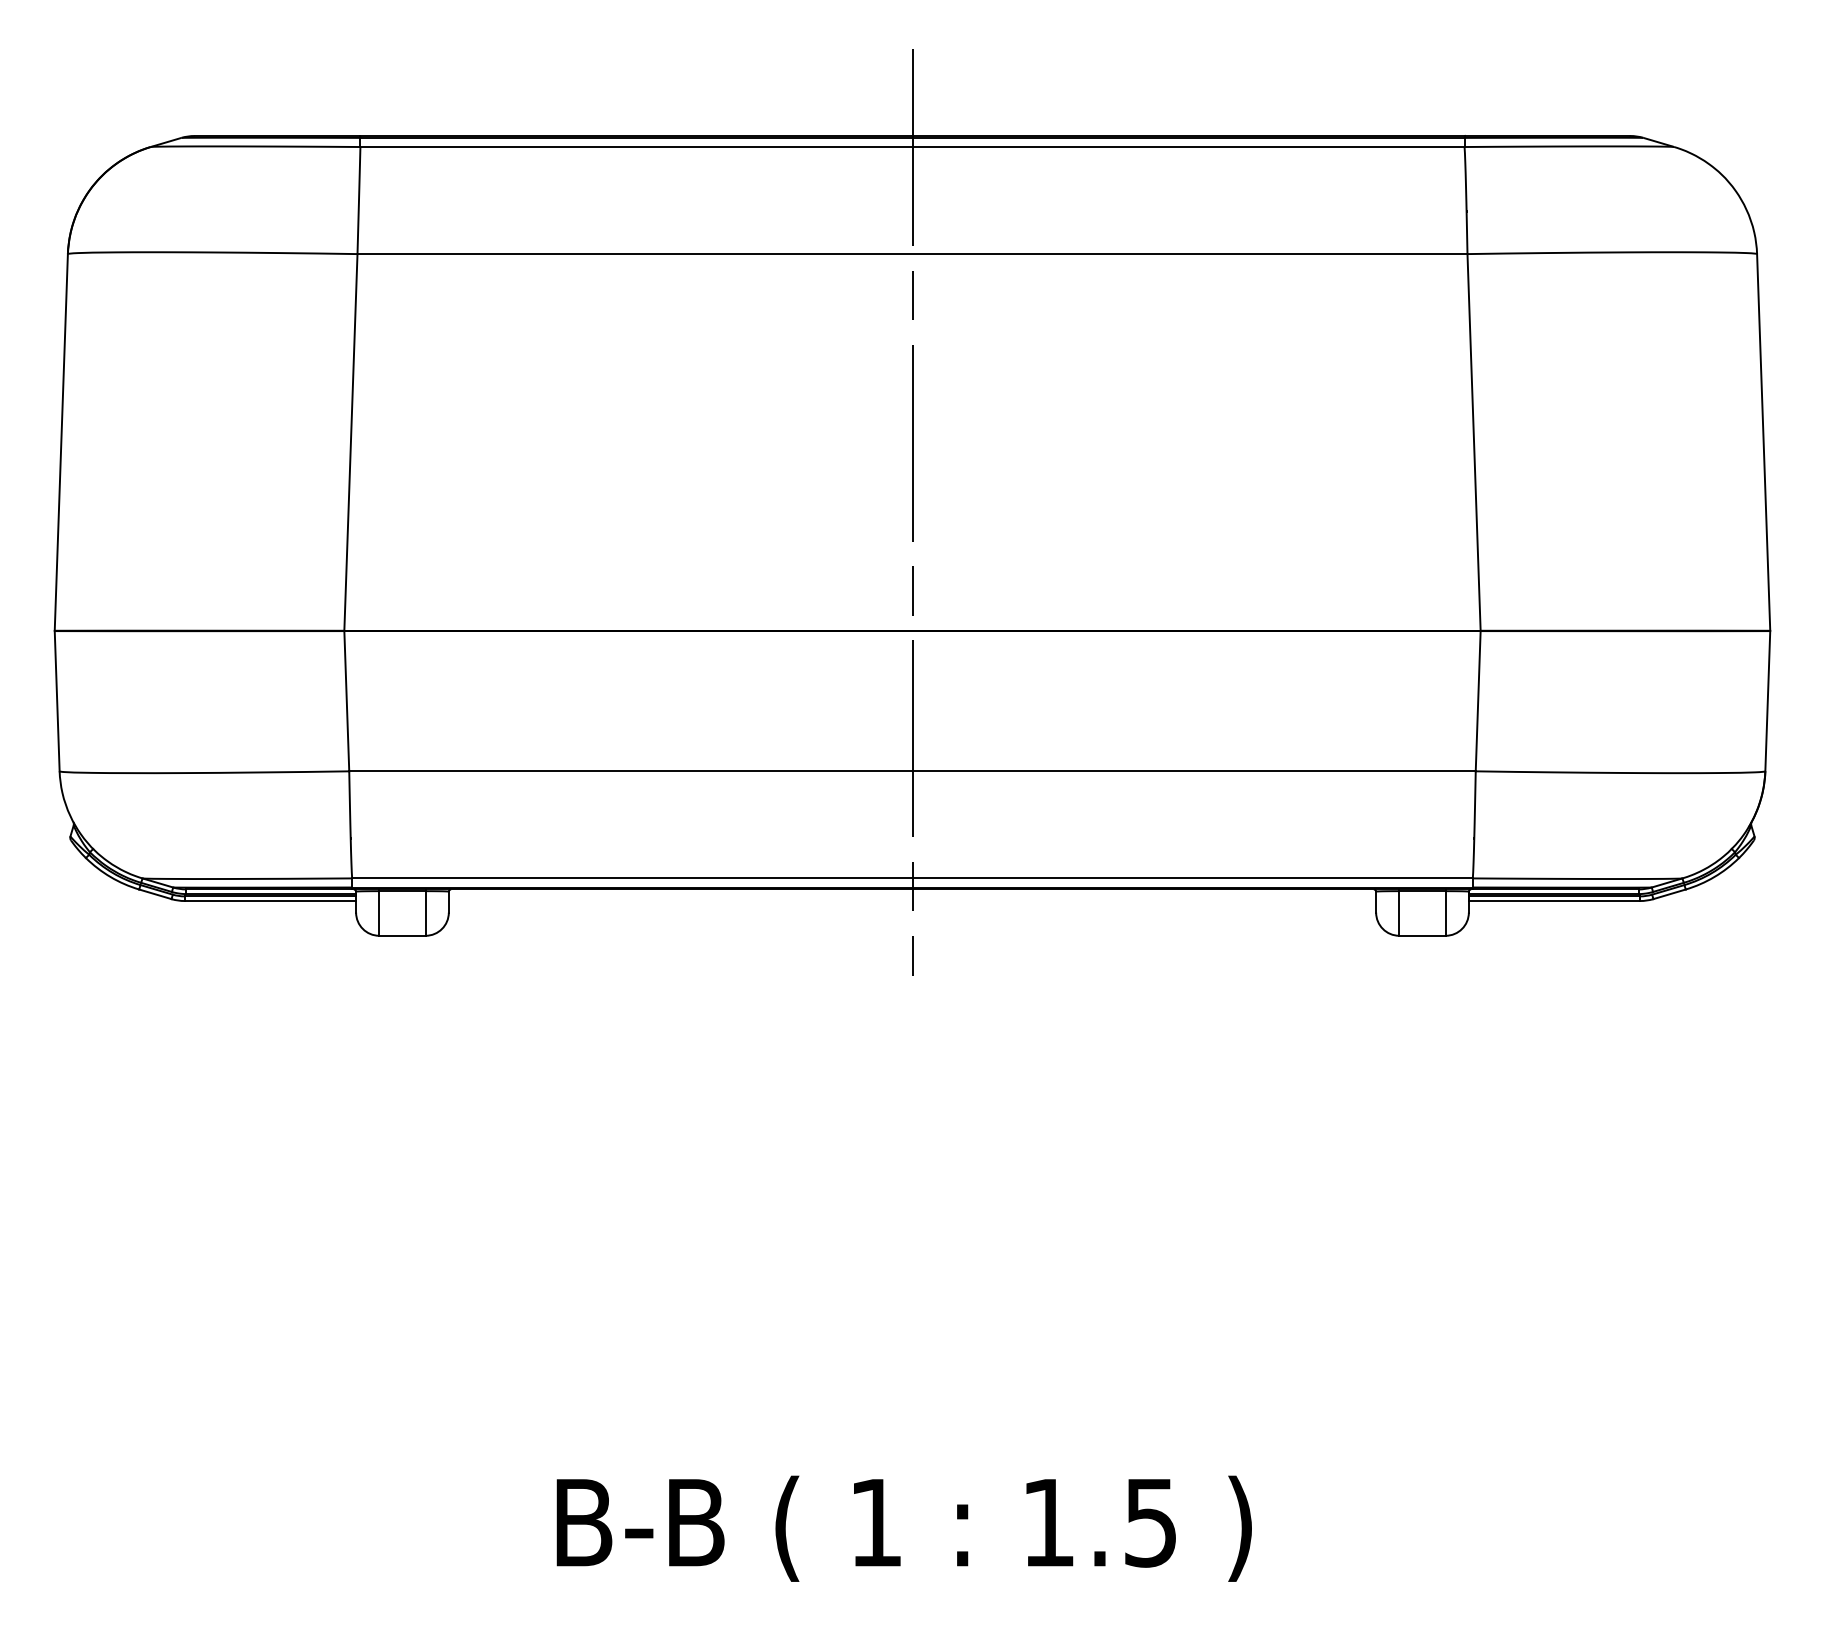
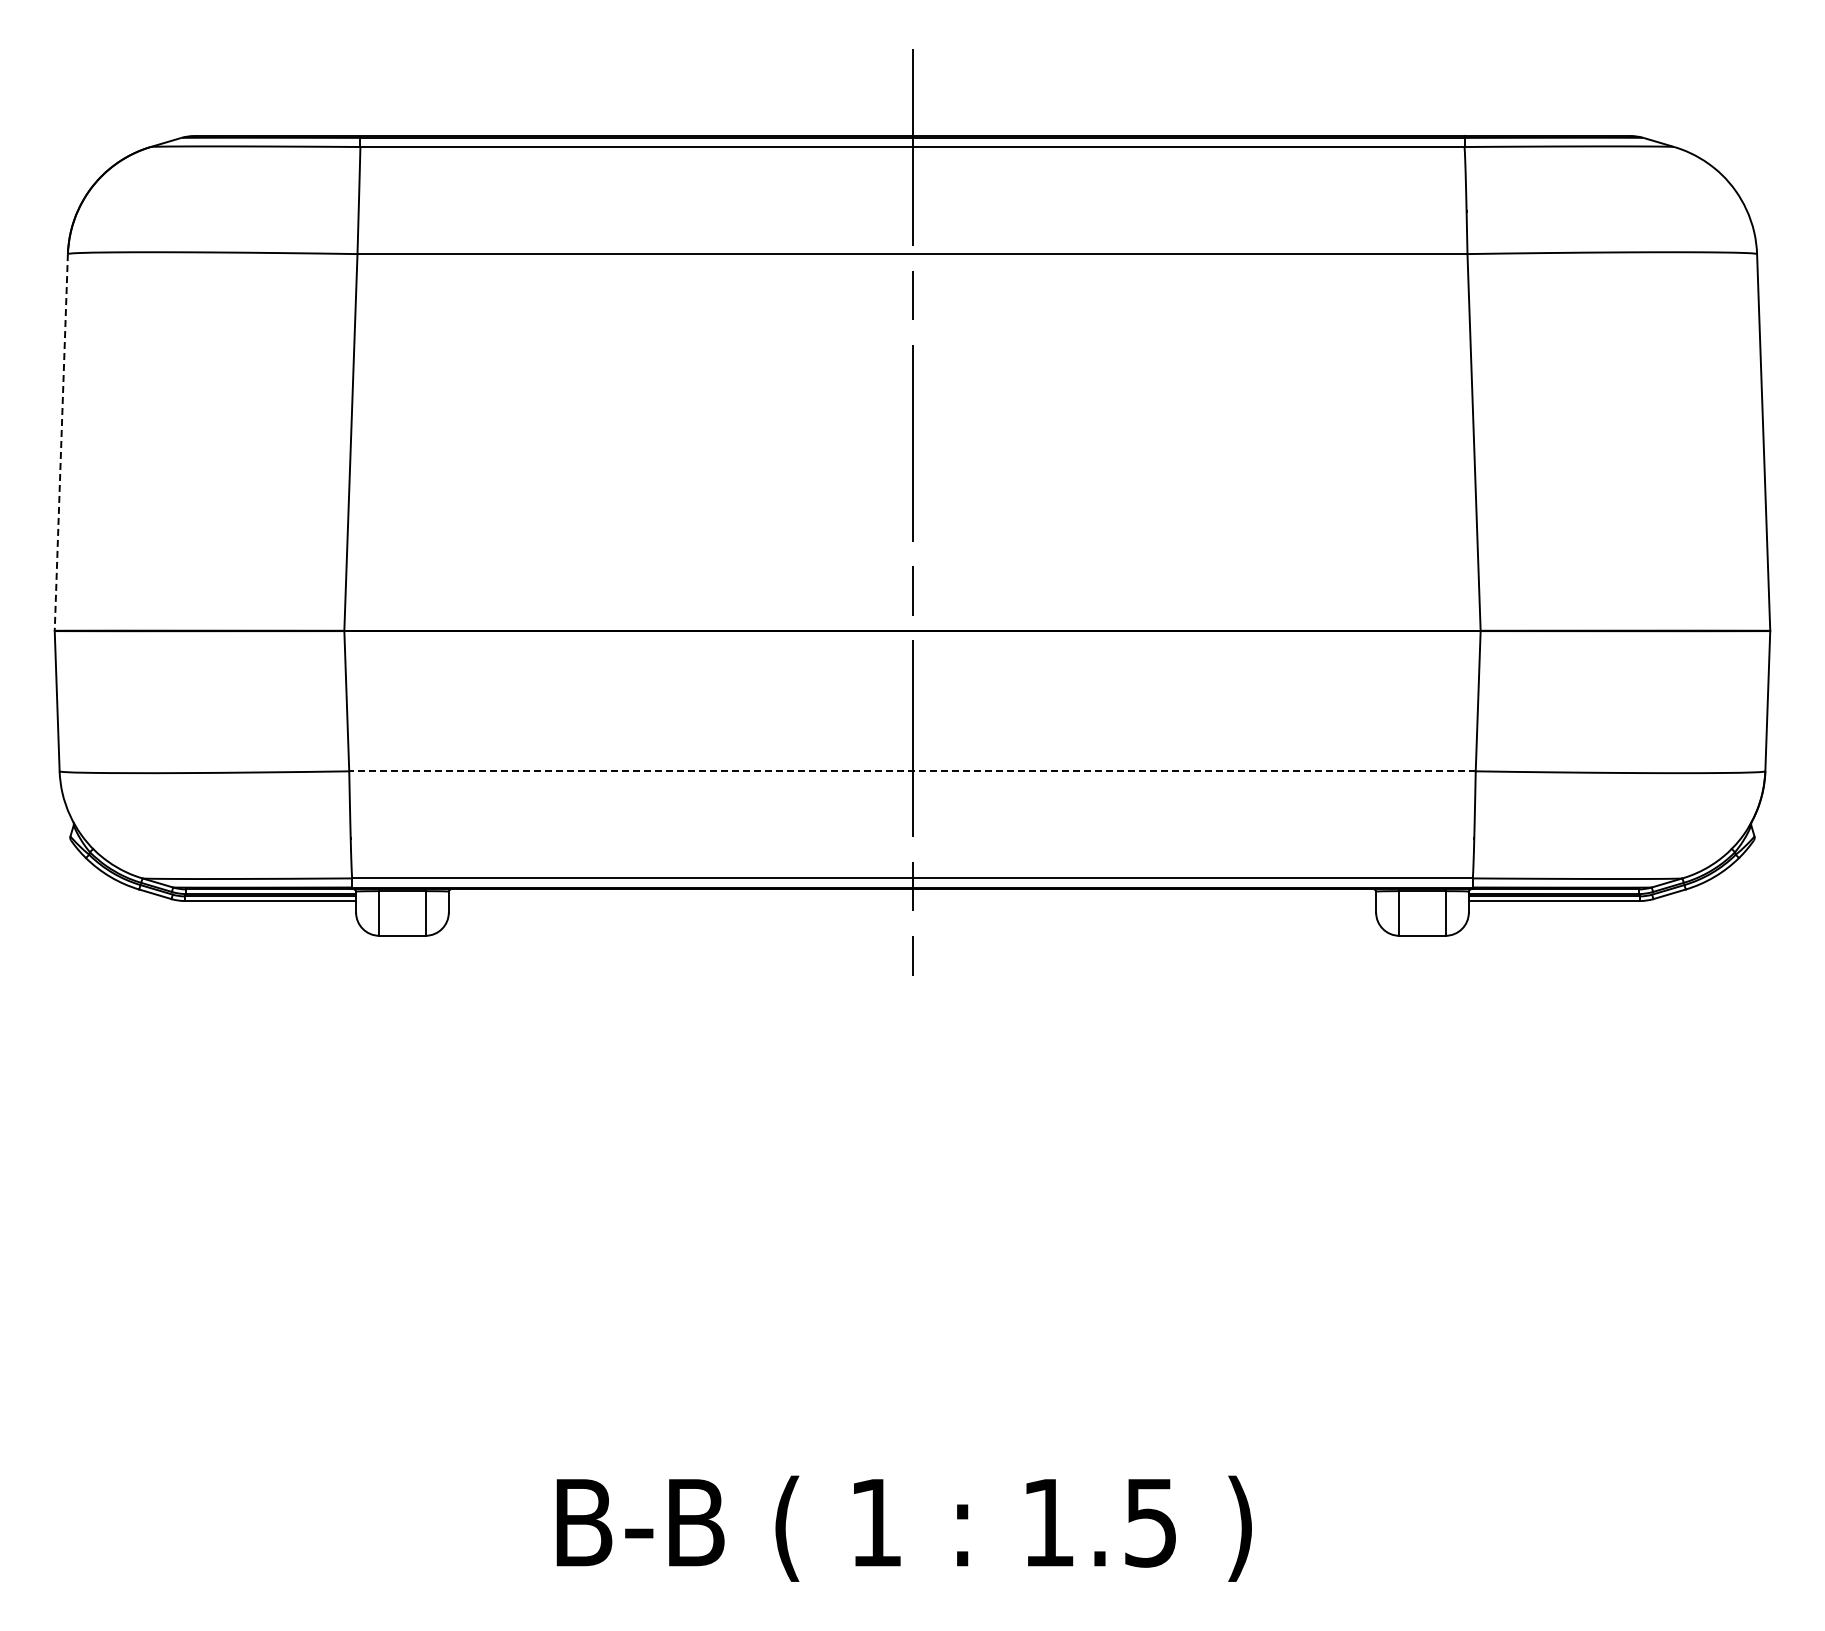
line at (61, 442): solid -> dashed
line at (911, 771): solid -> dashed
